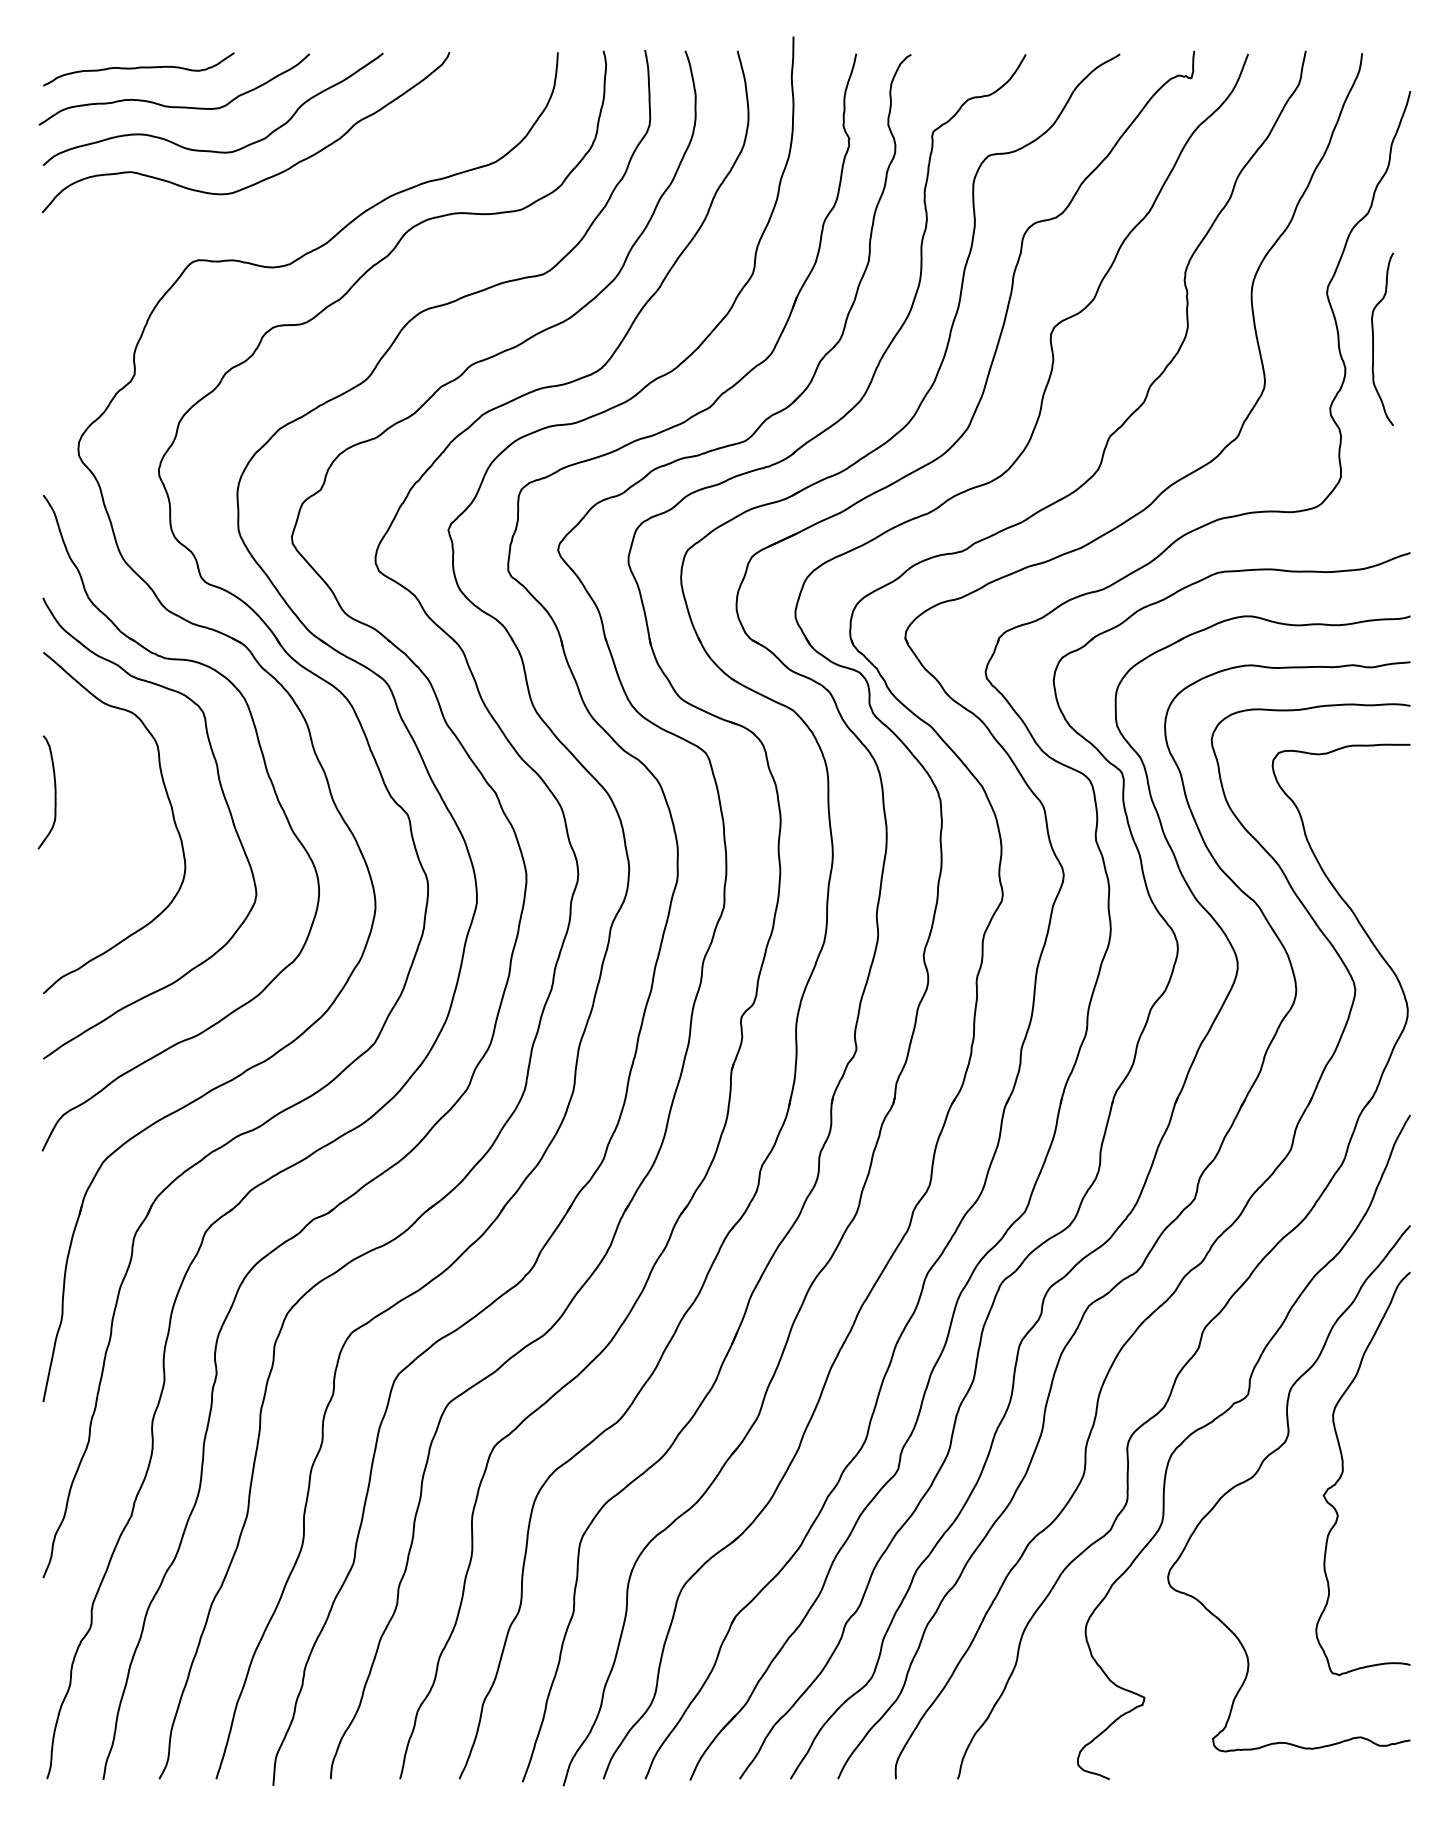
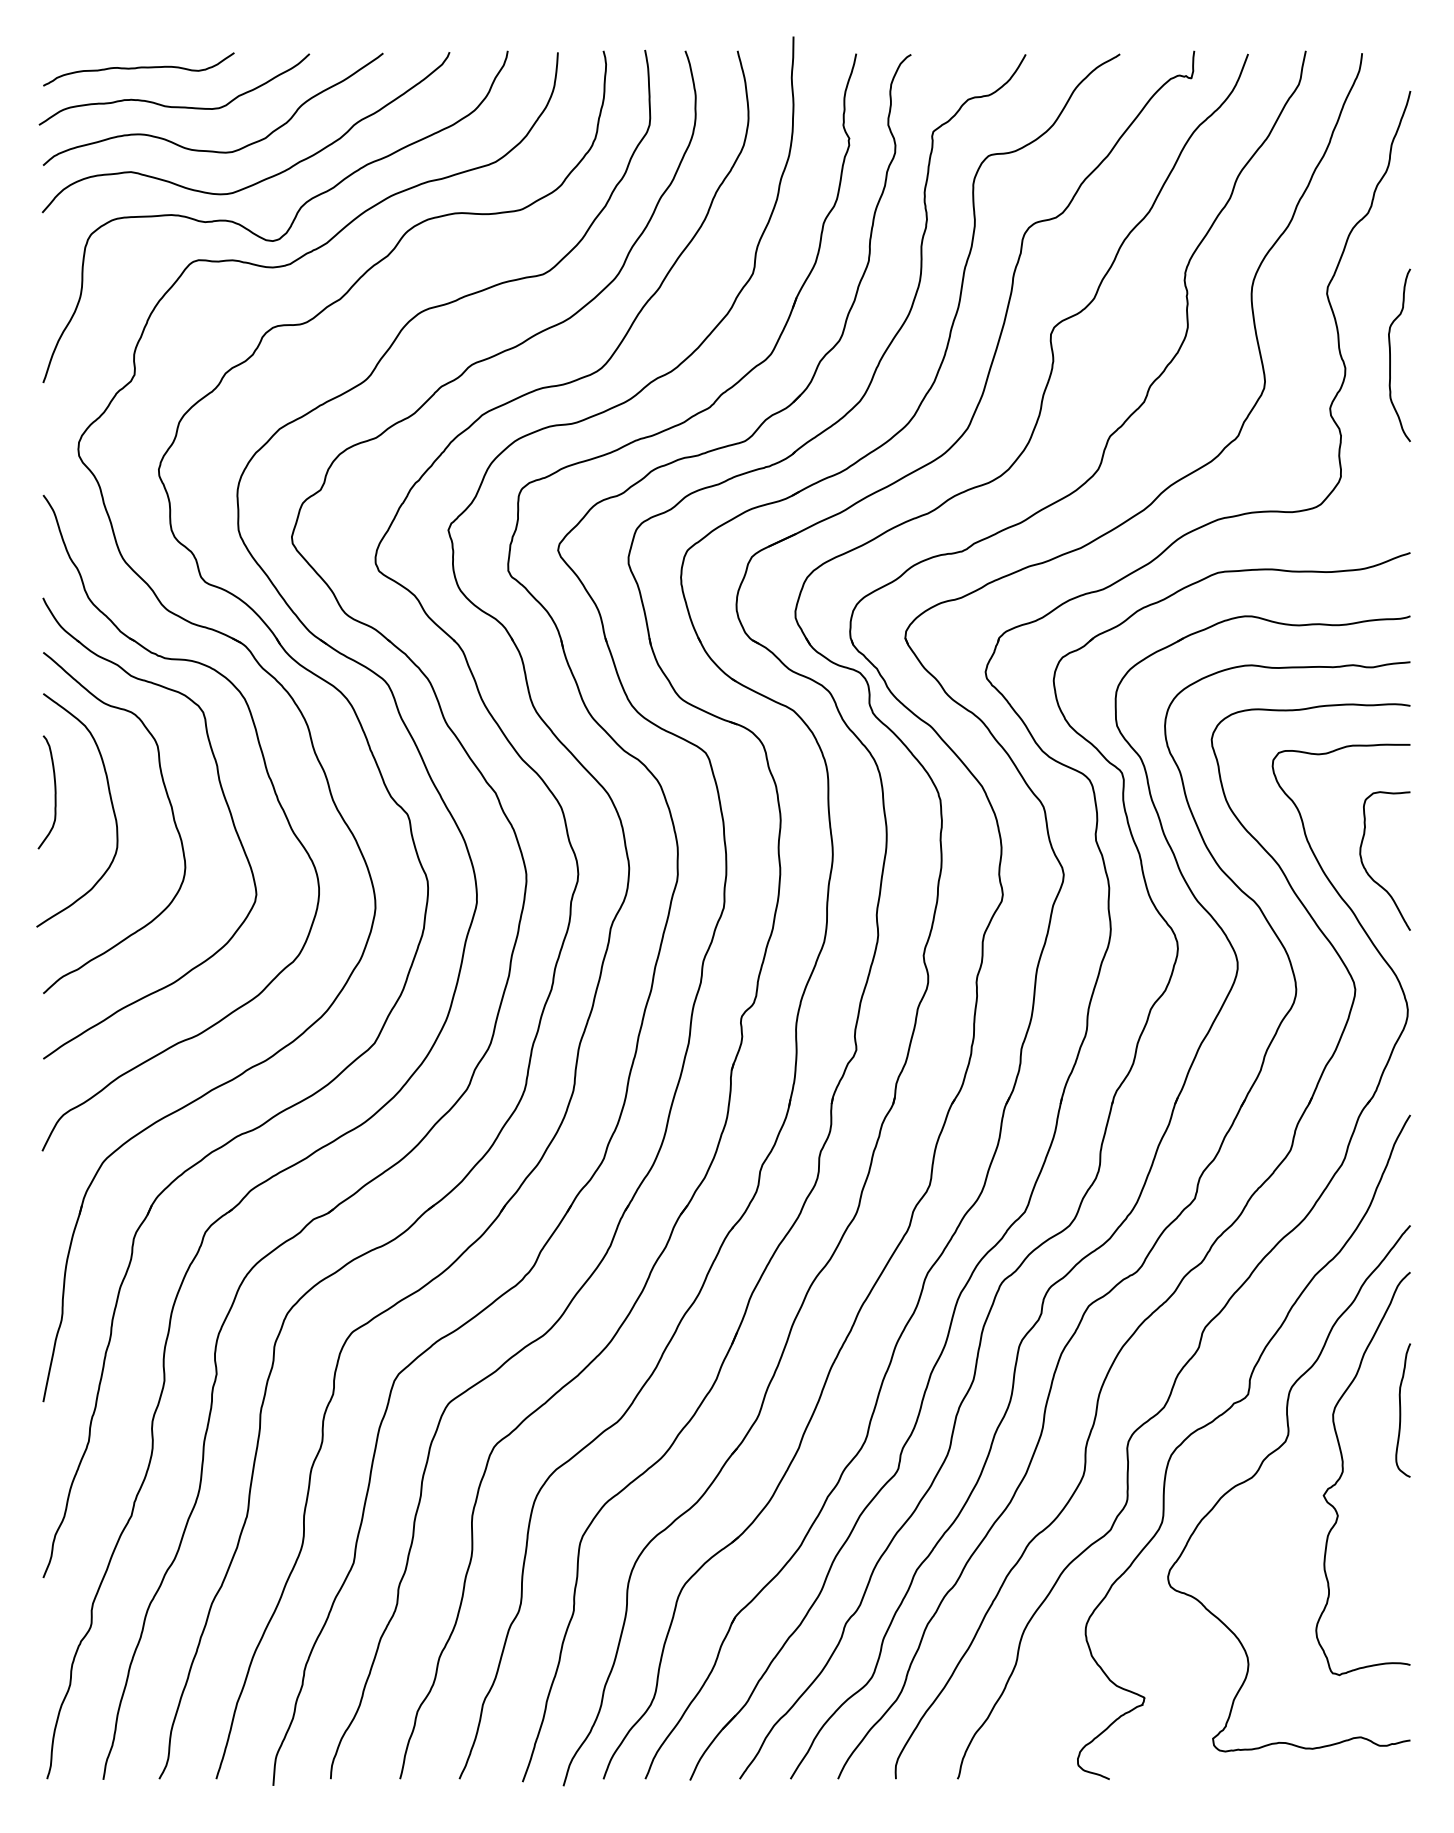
curve at (290, 224): none -> present
curve at (1373, 339) position: (1373, 339) -> (1390, 355)
curve at (110, 801): none -> present
curve at (1368, 872): none -> present
curve at (1401, 1410): none -> present
